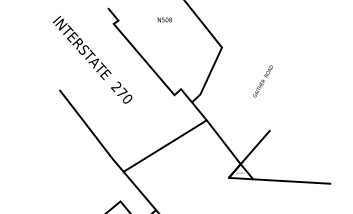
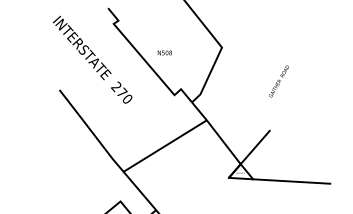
text at (164, 19) position: (164, 19) -> (164, 52)
text at (262, 81) position: (262, 81) -> (278, 81)
